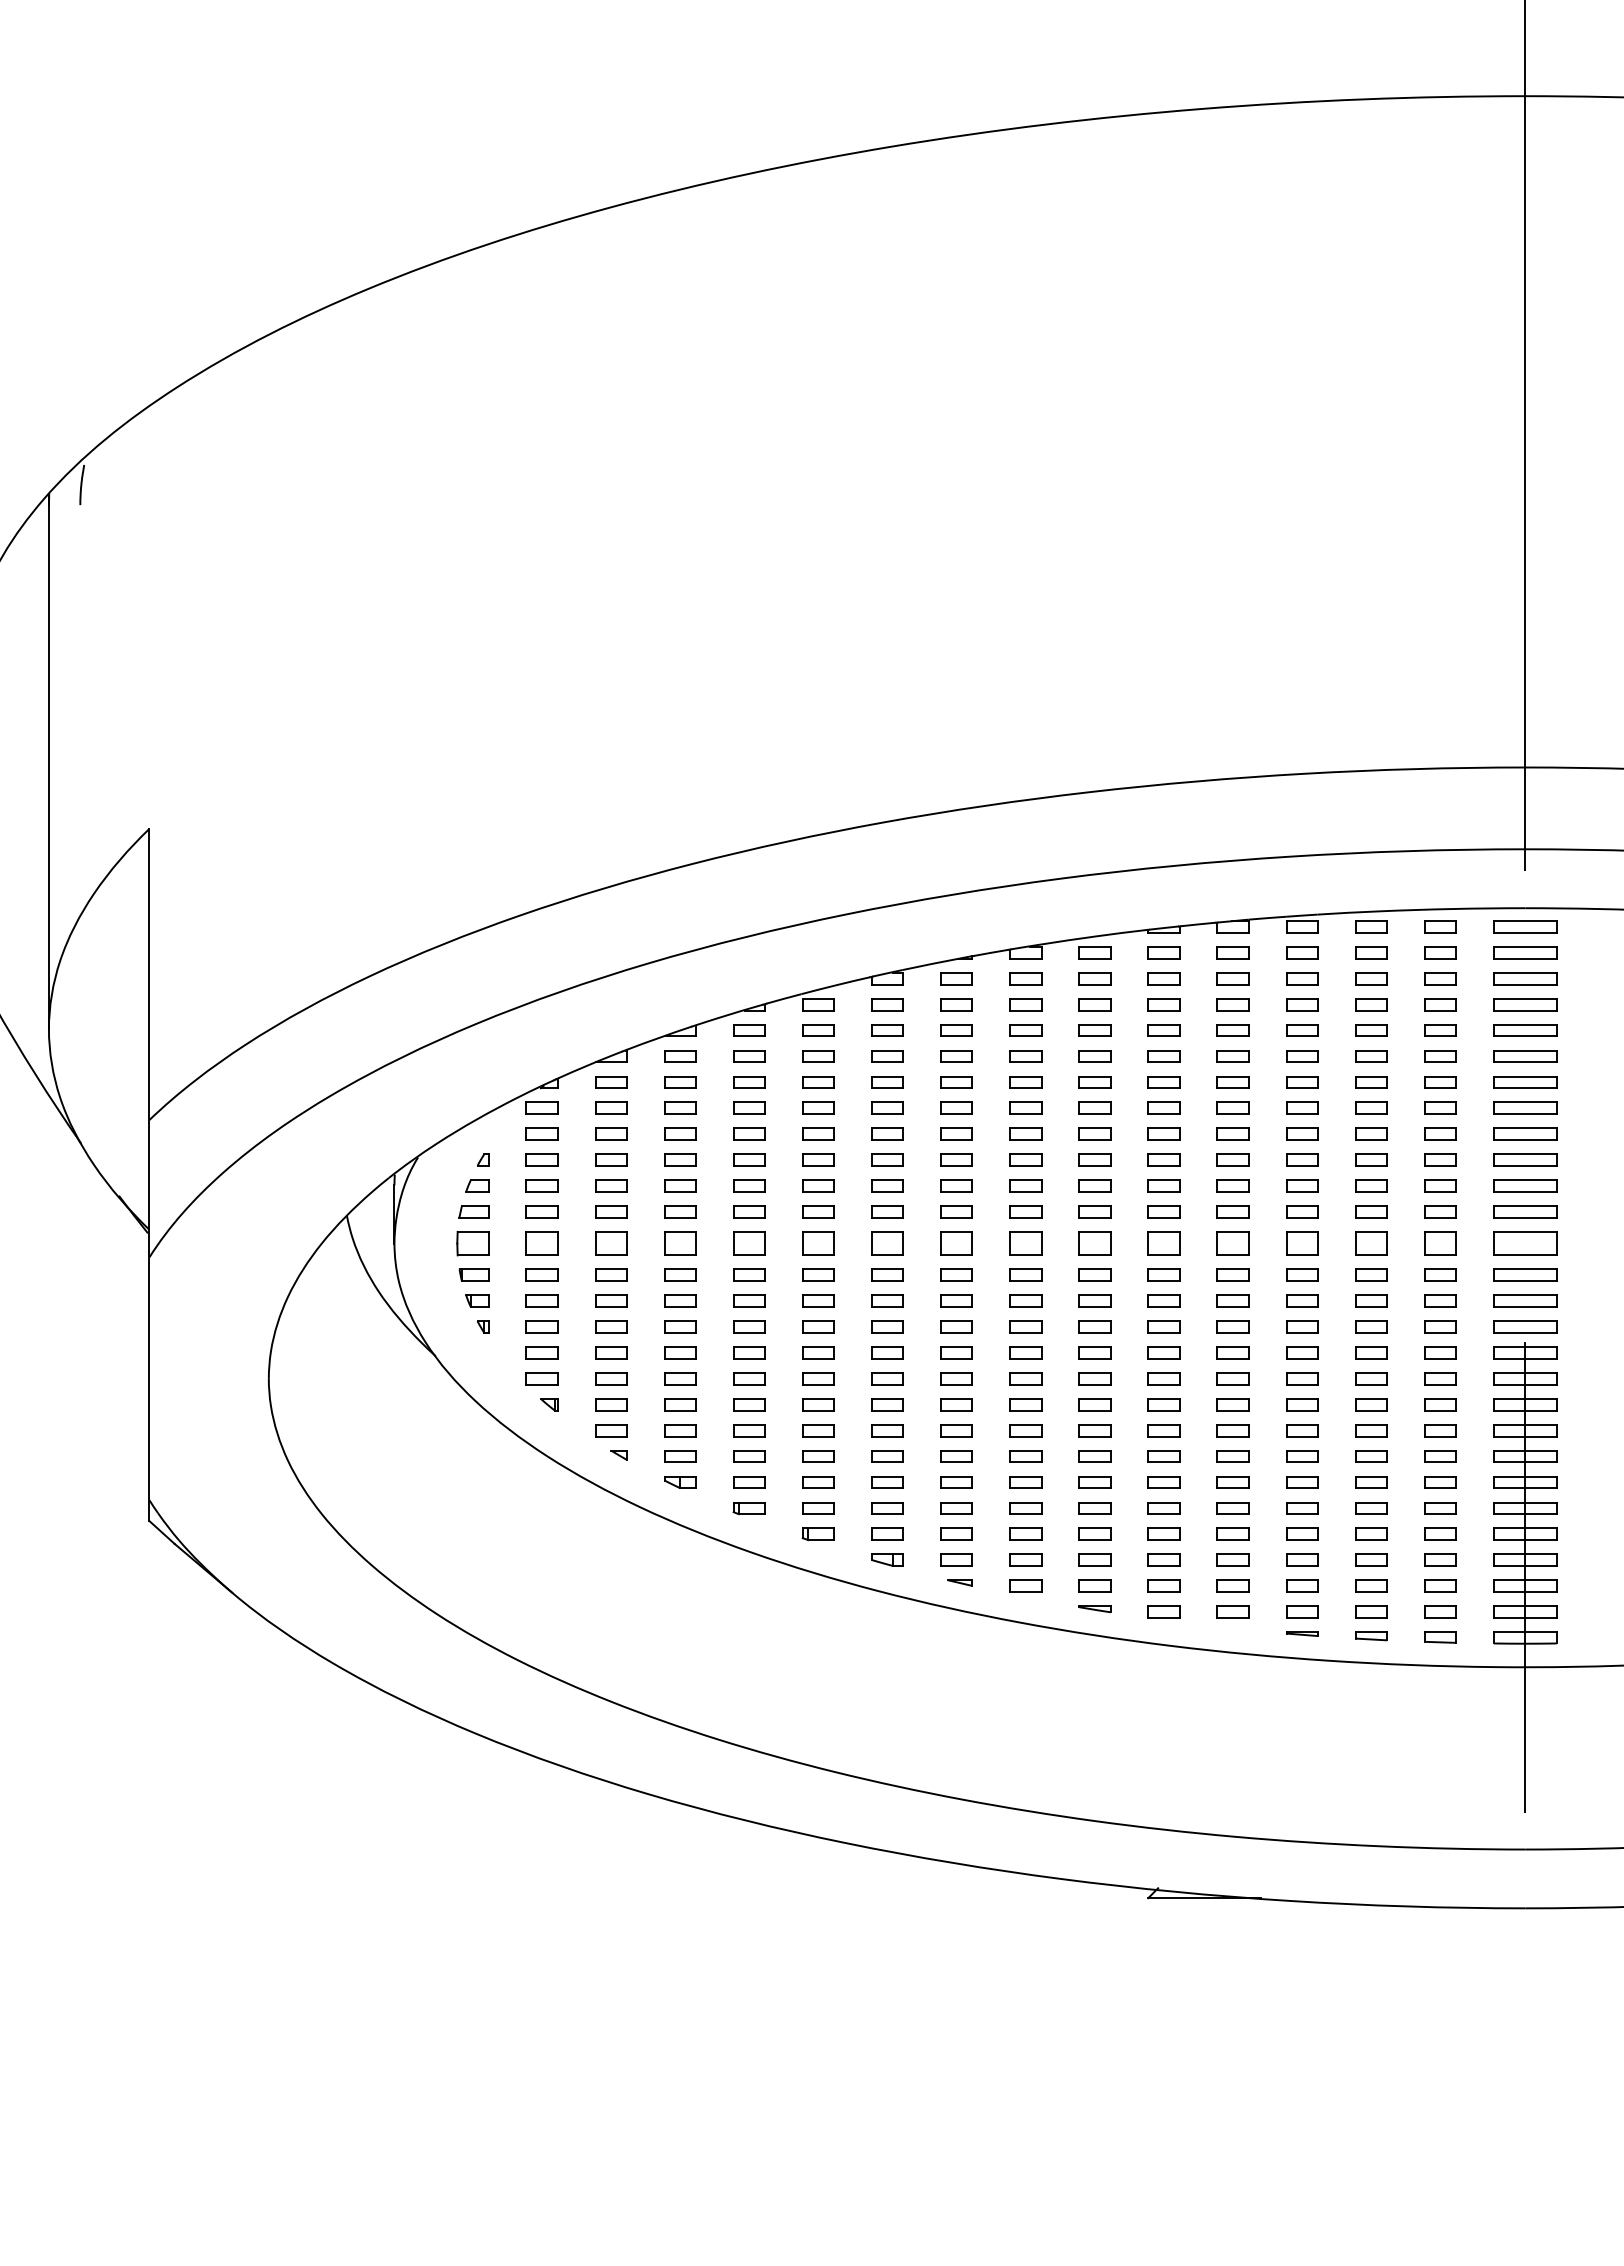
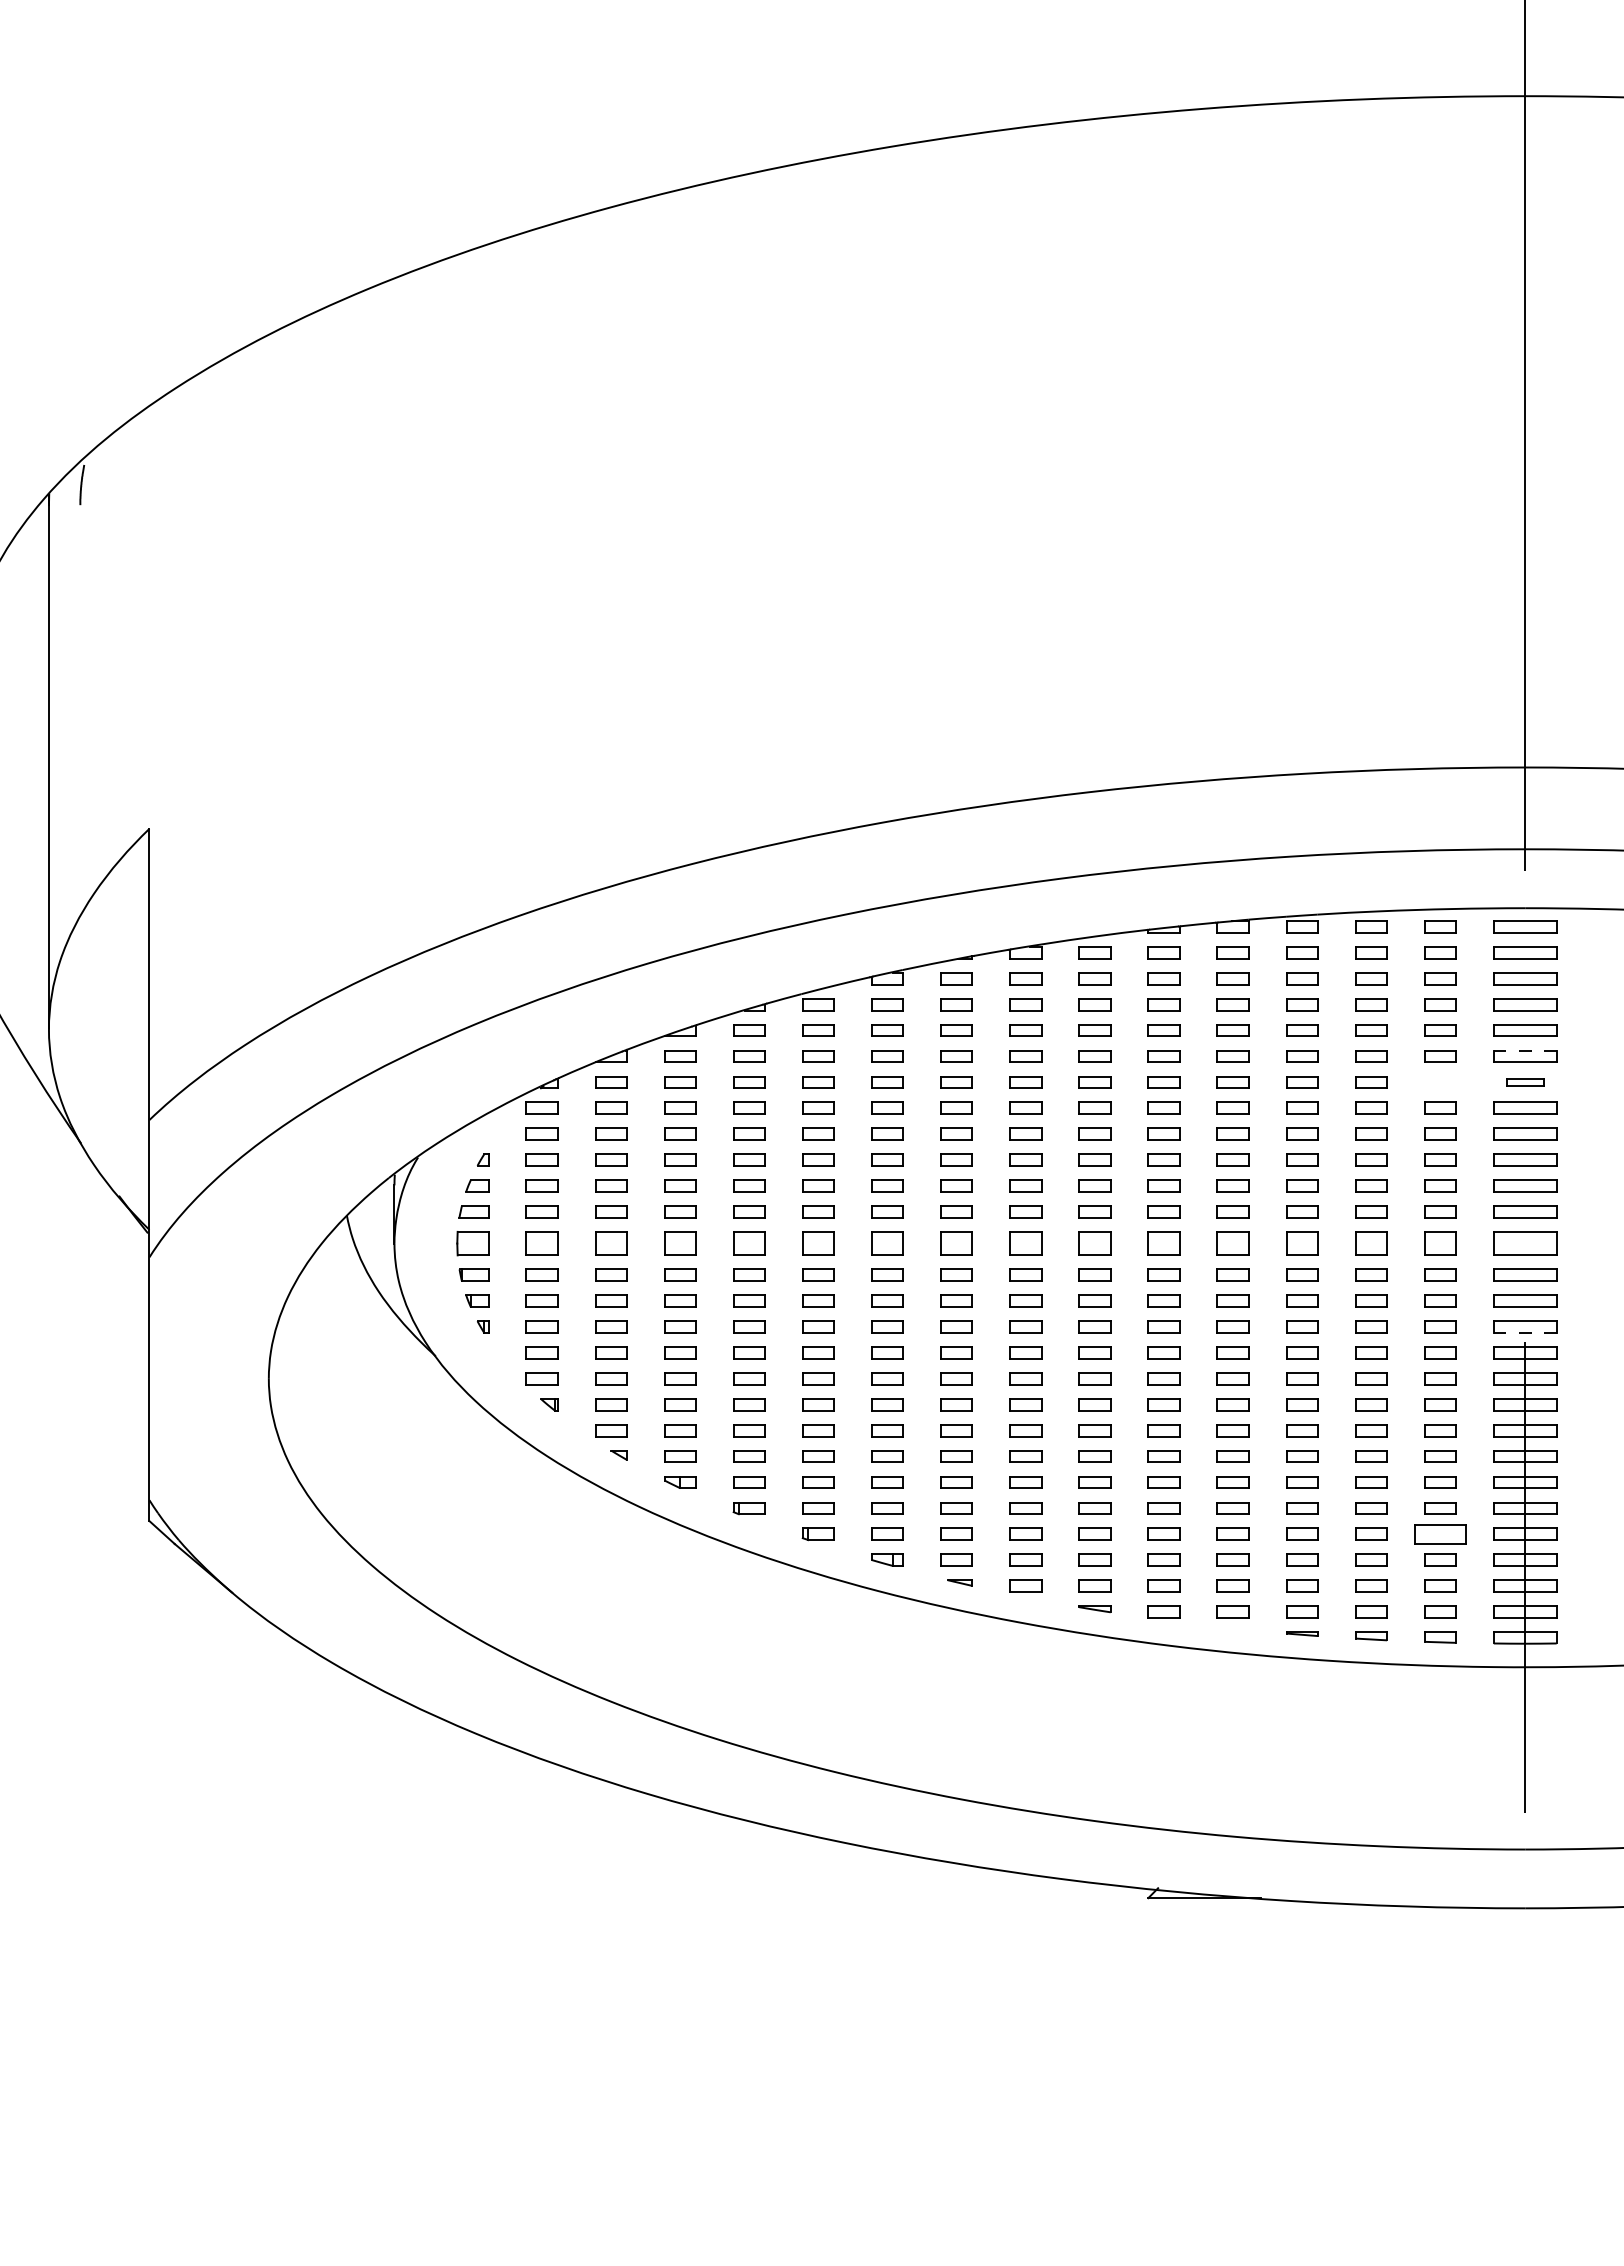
line at (1524, 1050): solid -> dashed
part at (1440, 1082): present -> none
part at (1525, 1082) size: 65x13 px -> 39x9 px
line at (1524, 1333): solid -> dashed
part at (1440, 1533) size: 33x14 px -> 53x21 px
